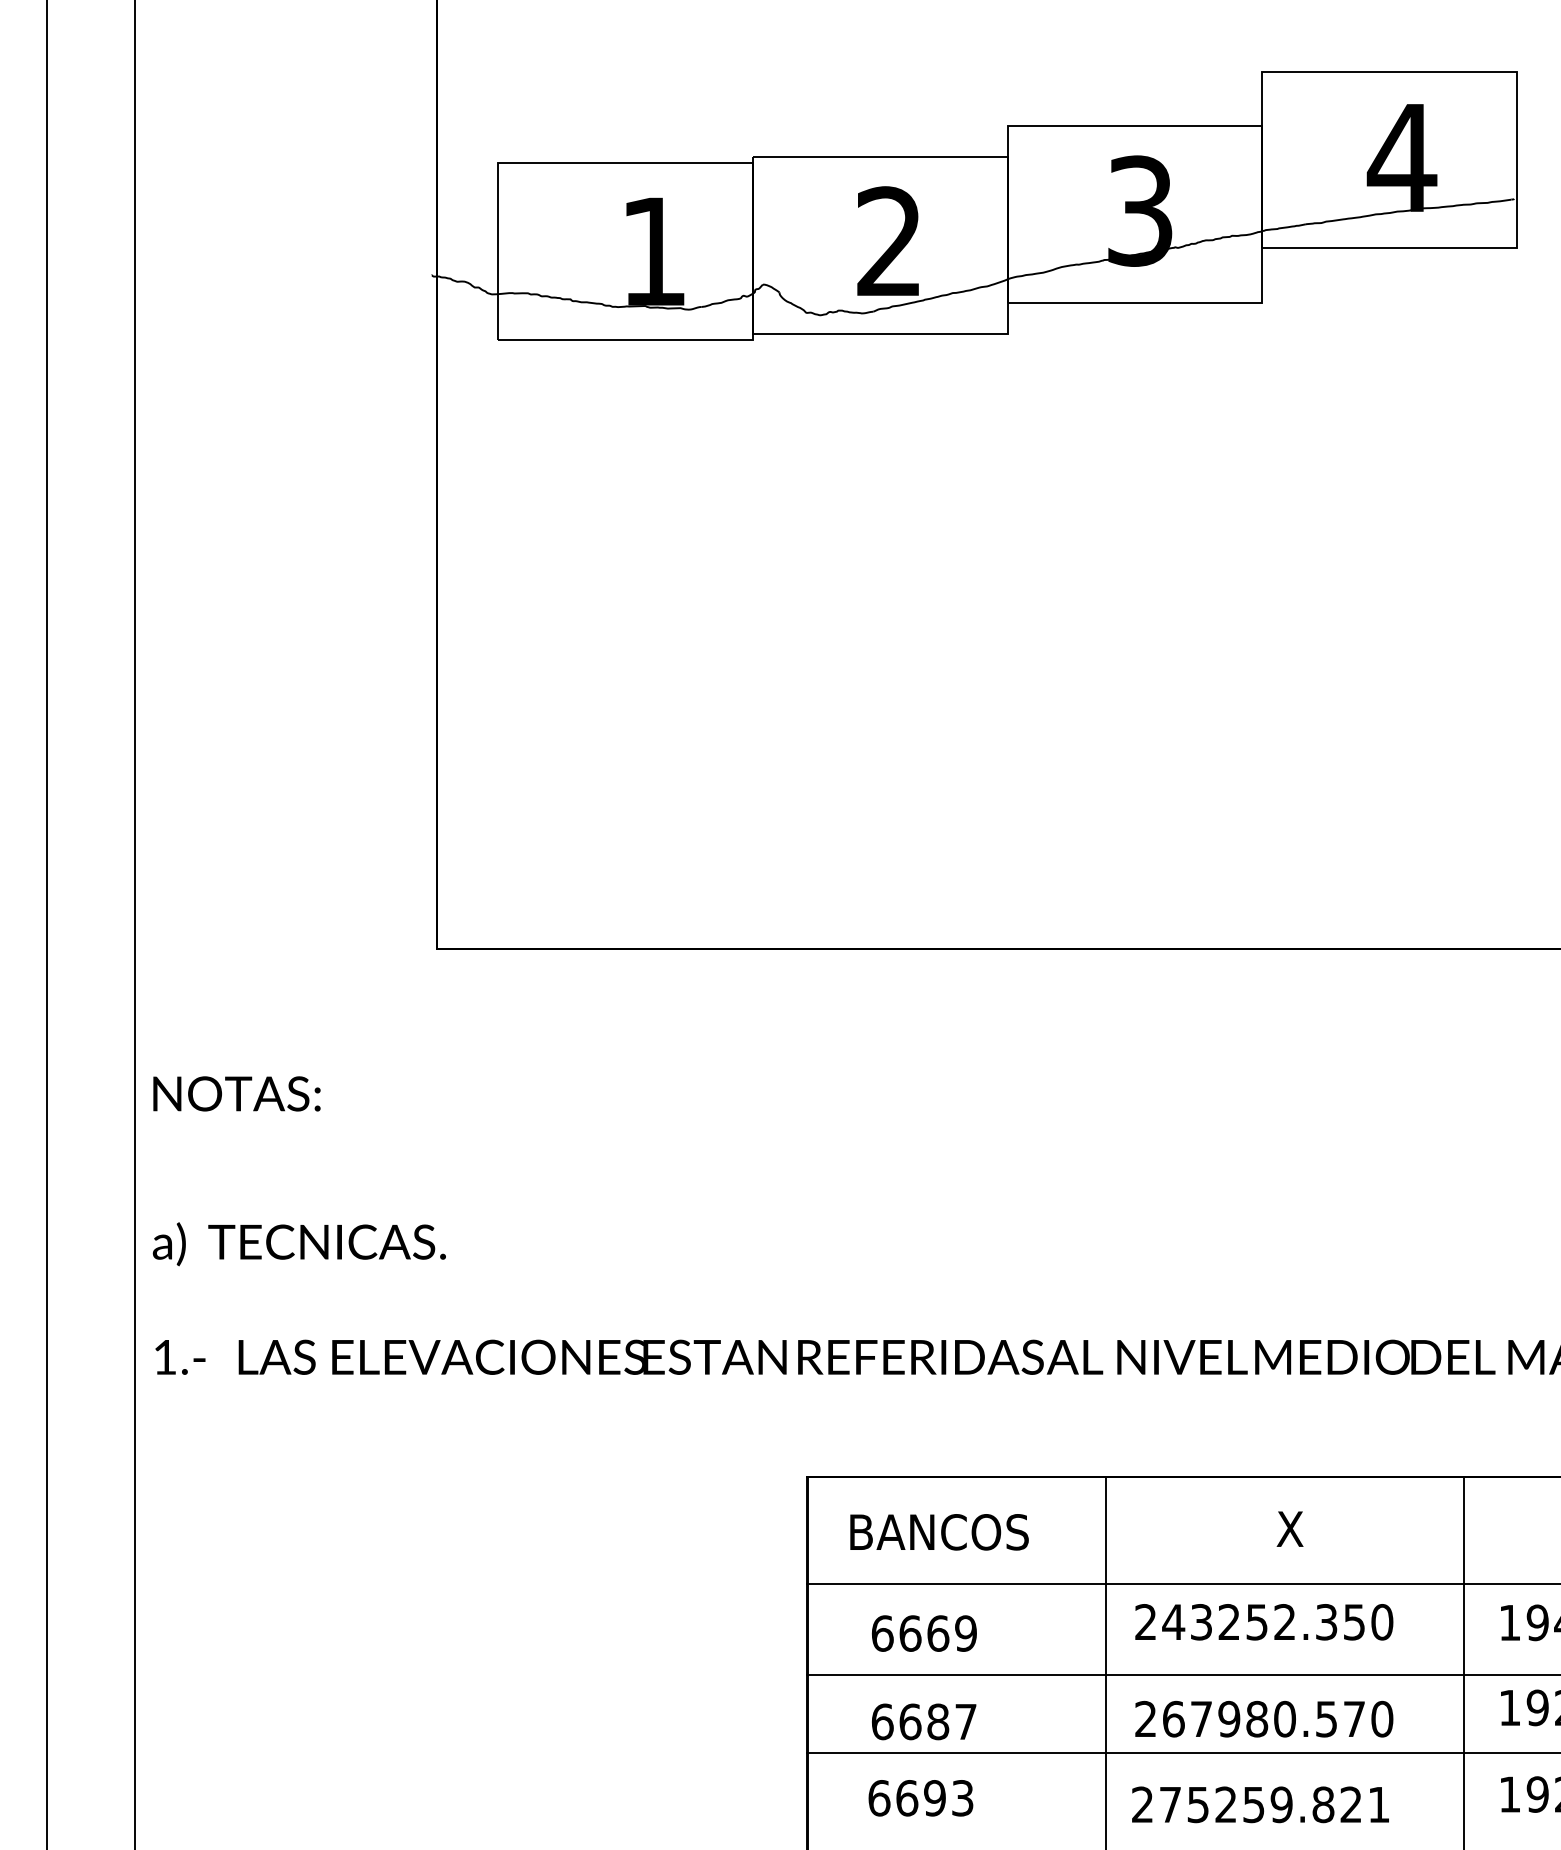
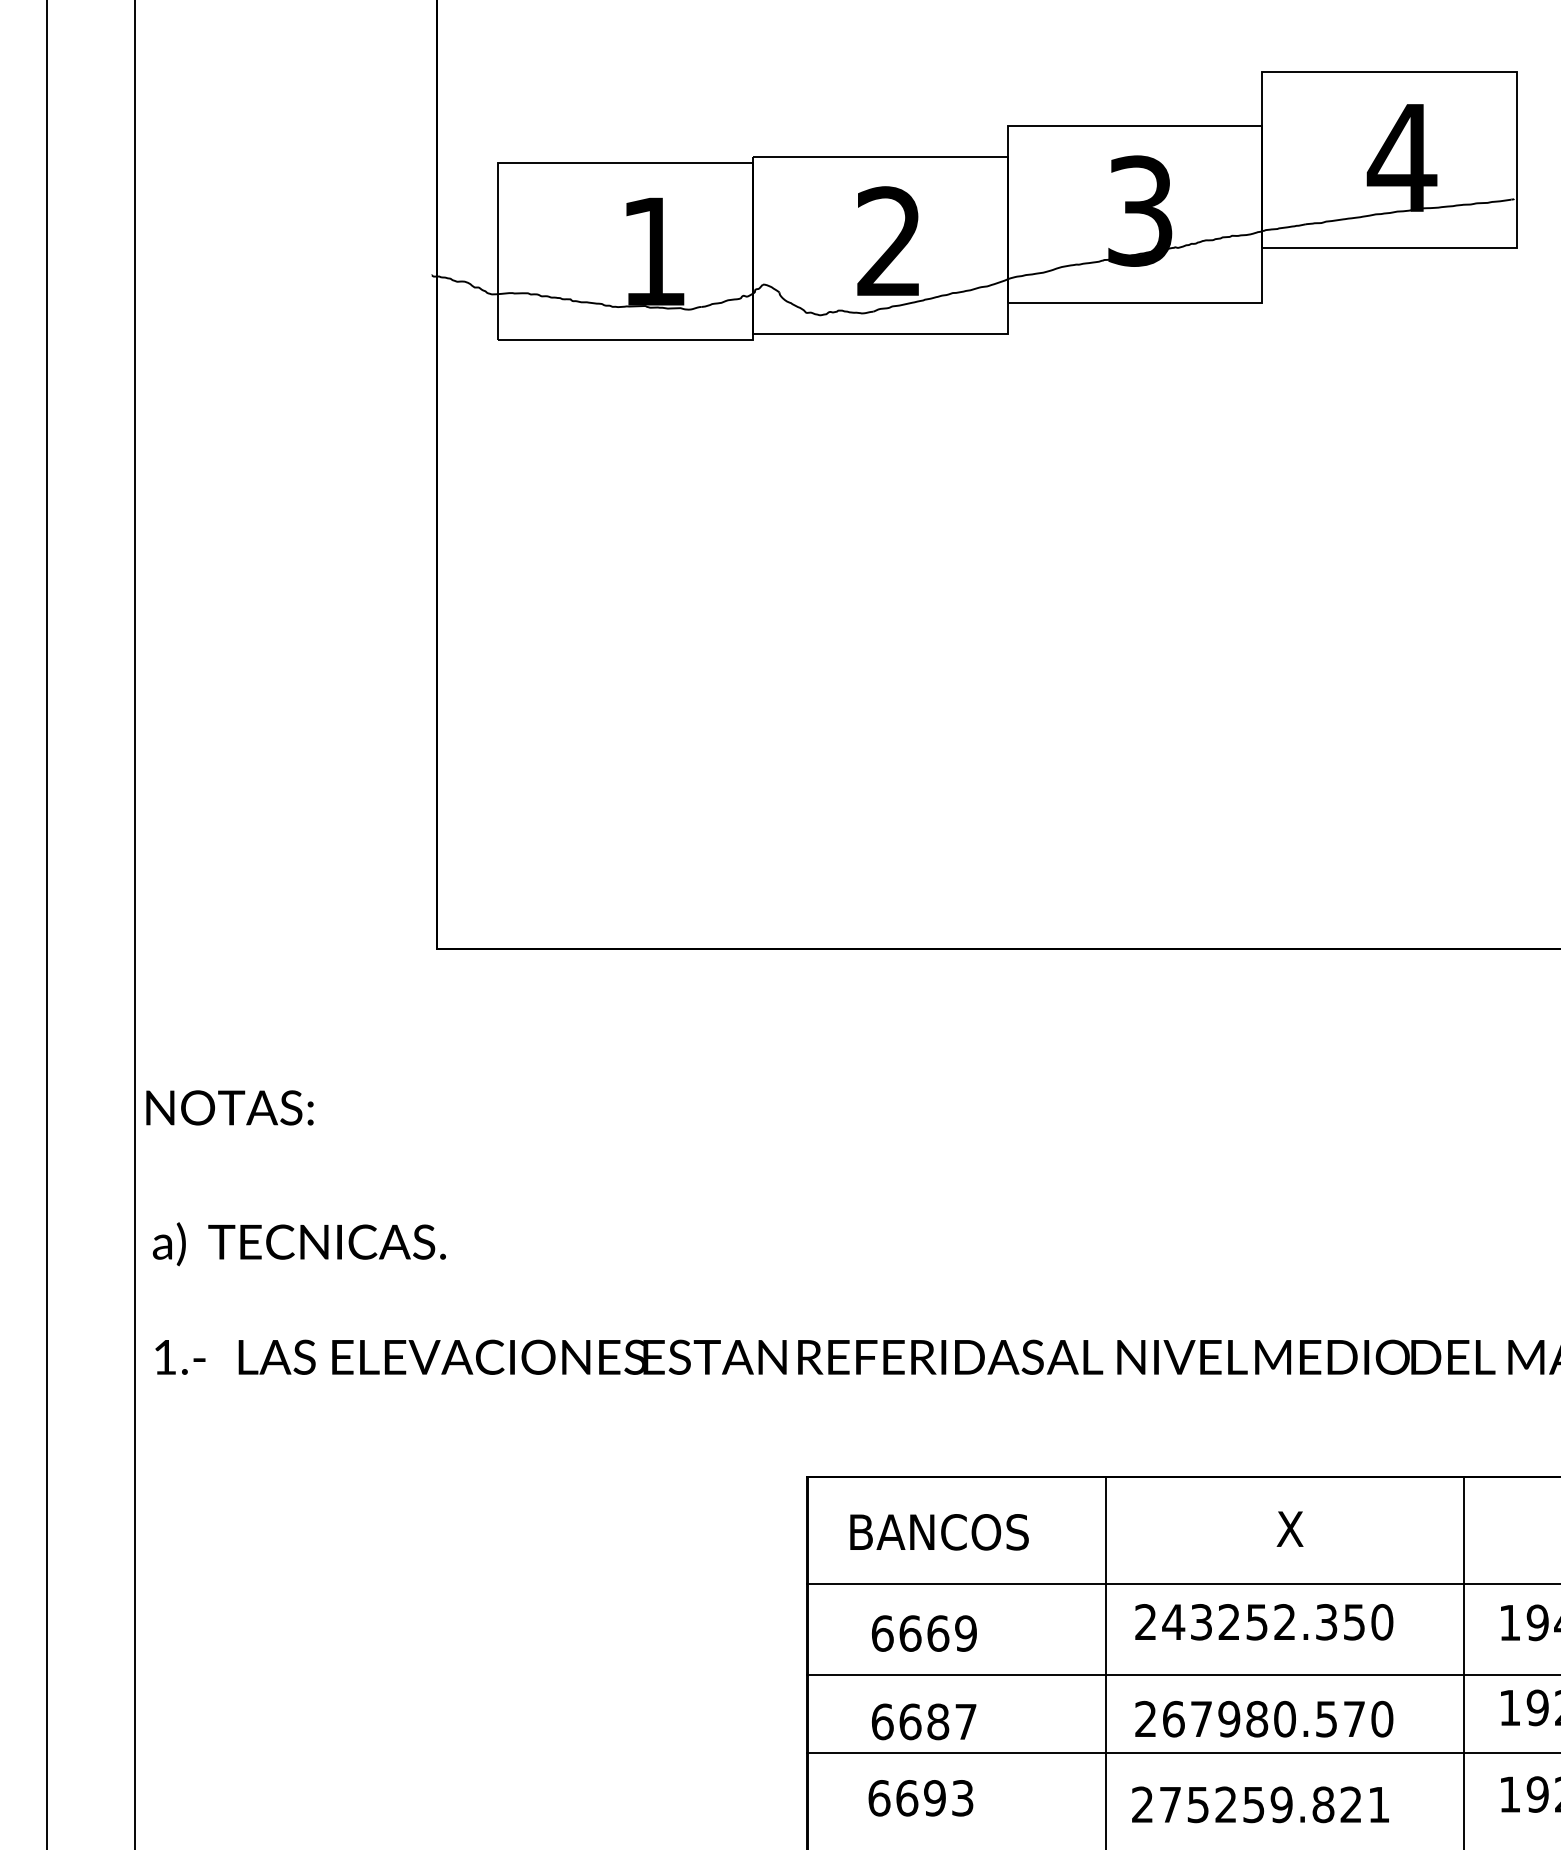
text at (236, 1093) position: (236, 1093) -> (229, 1107)
